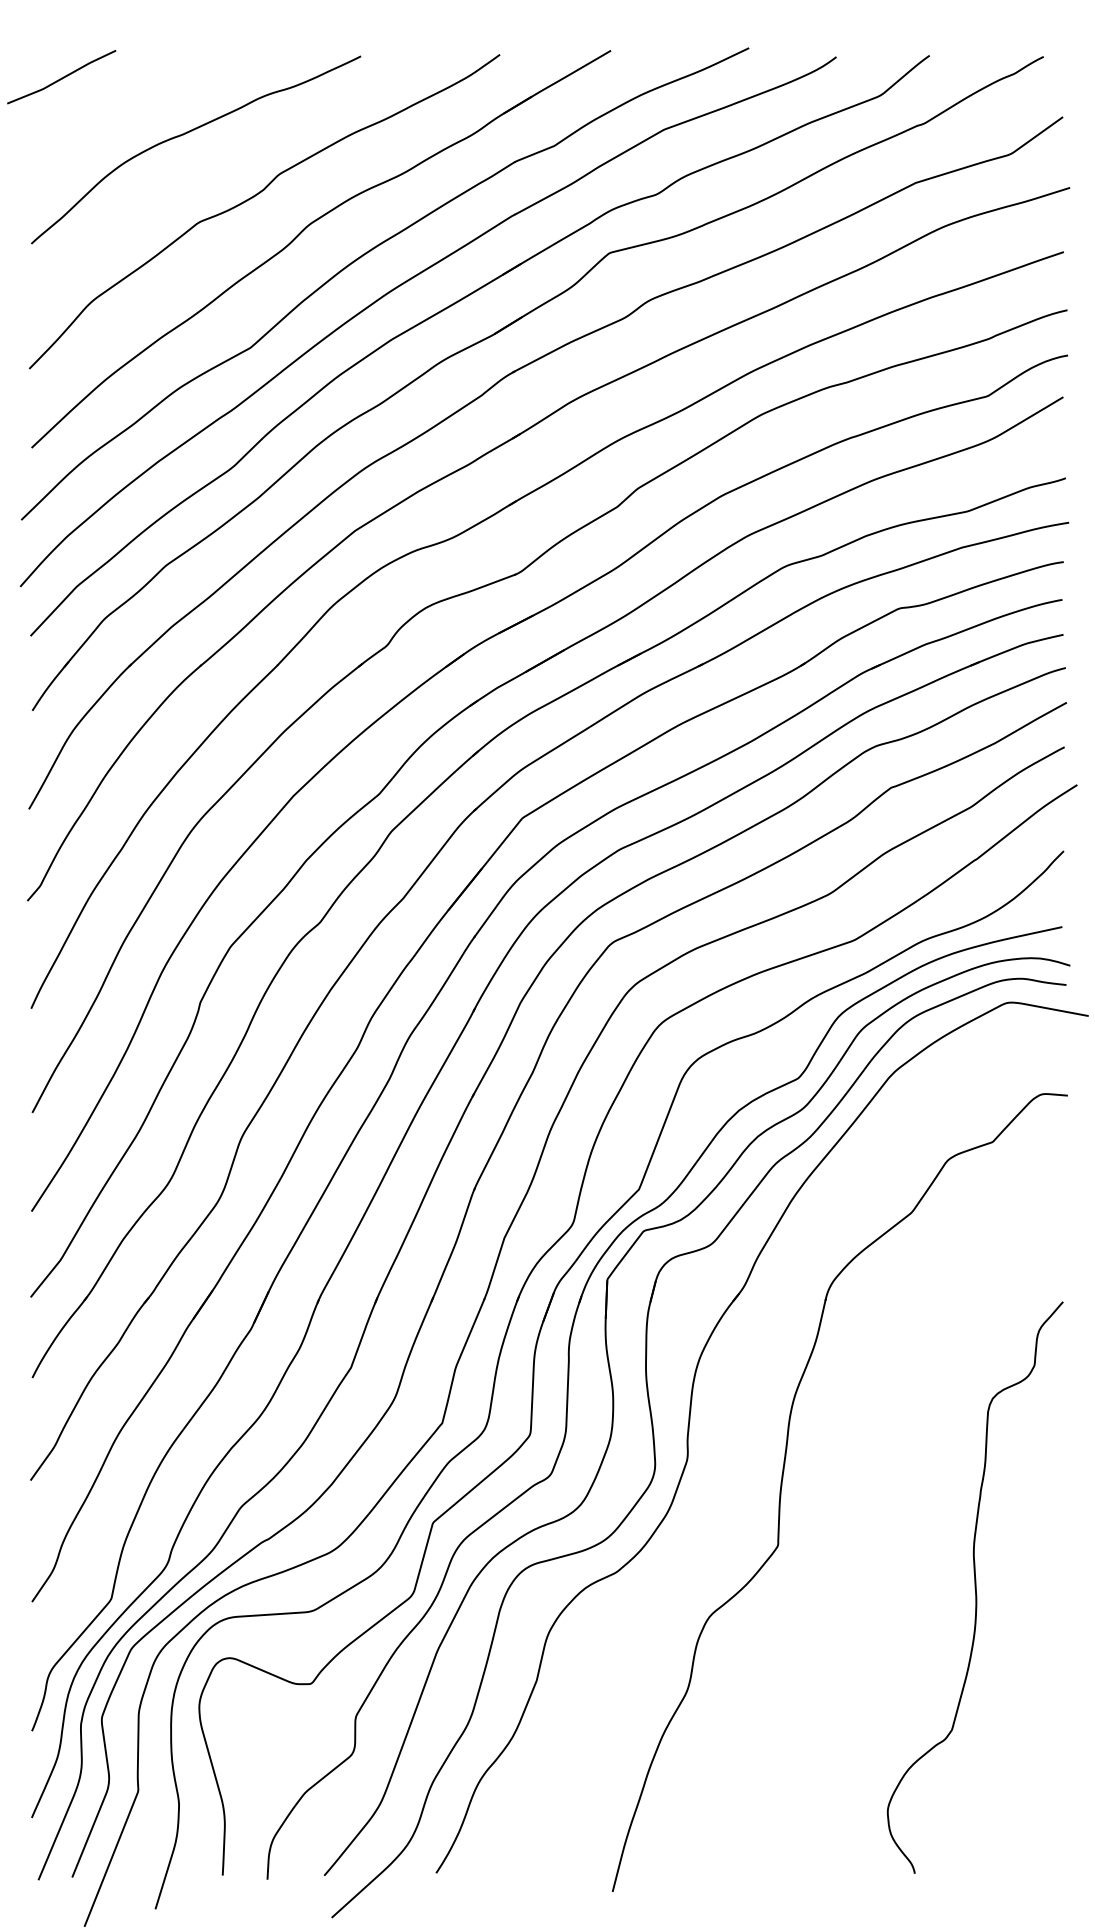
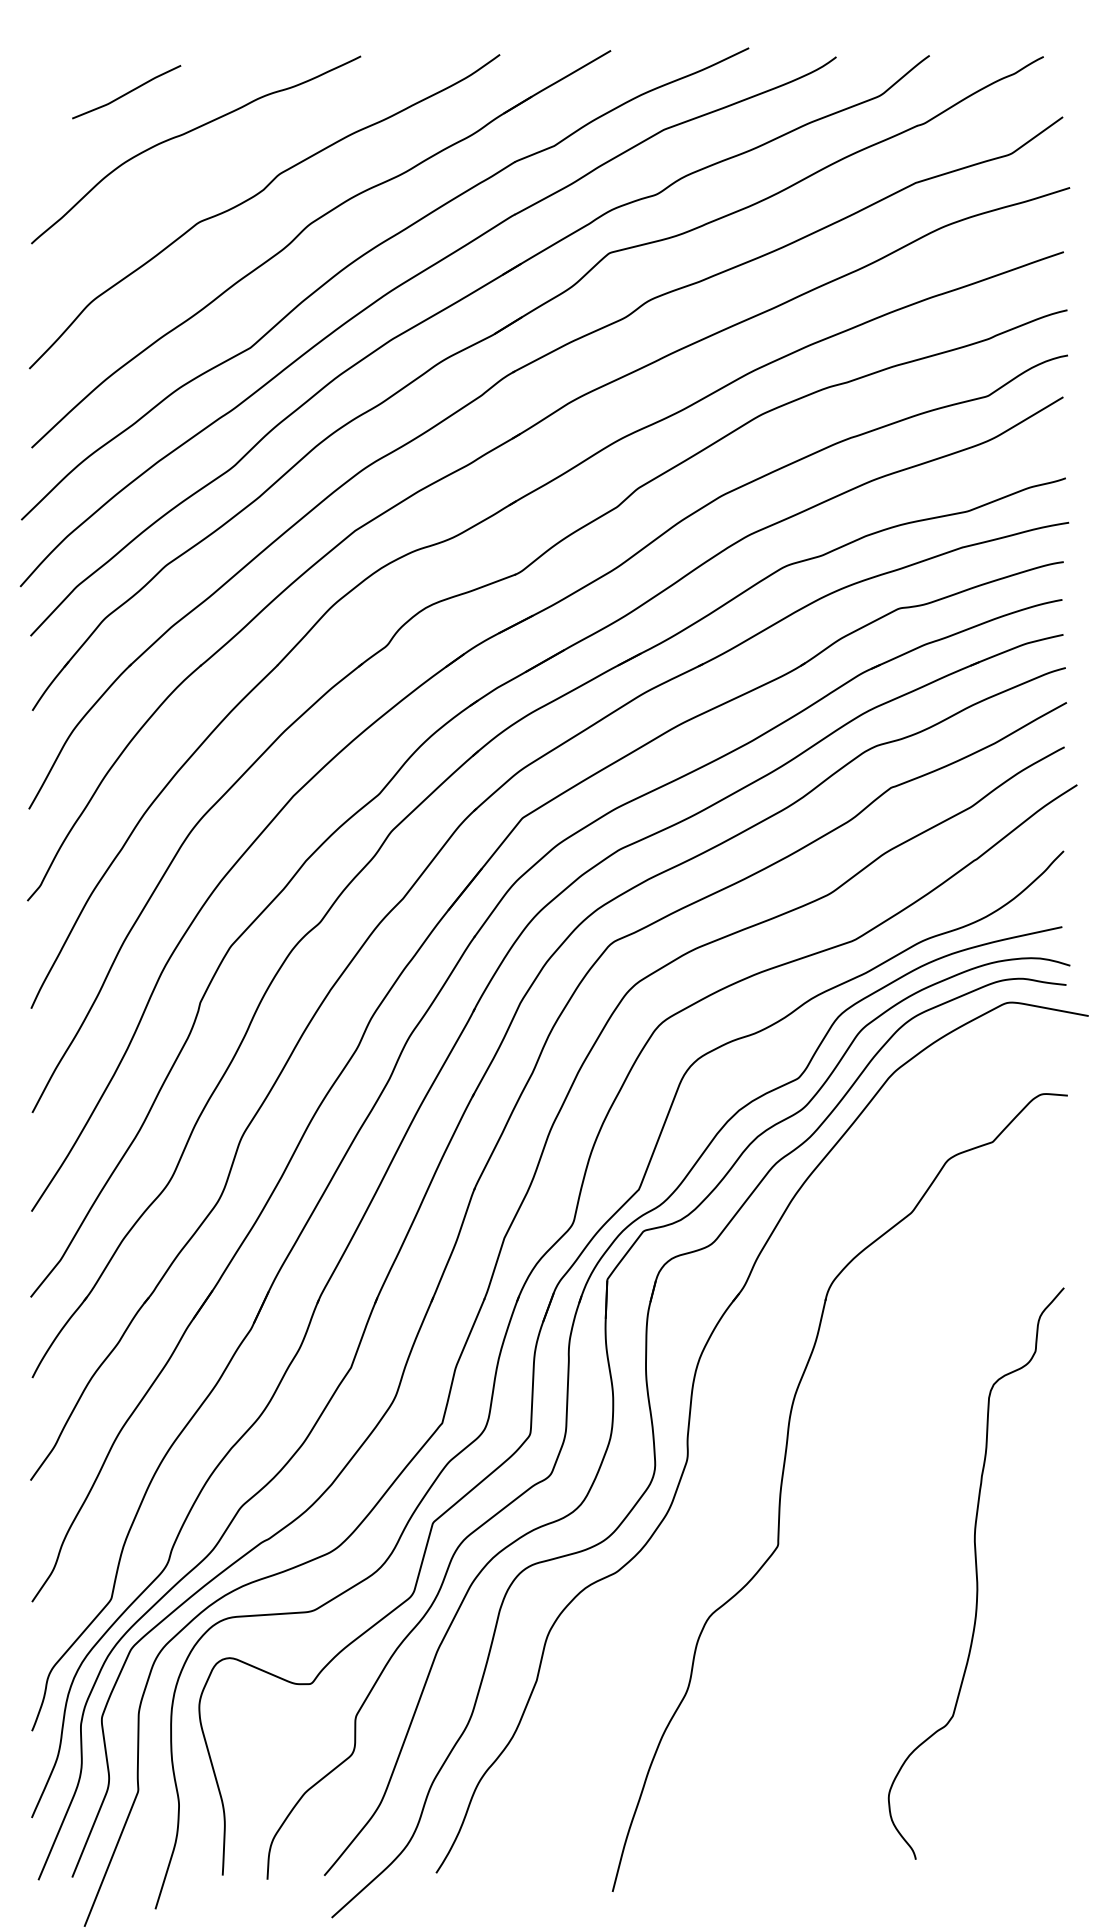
curve at (61, 77) position: (61, 77) -> (126, 92)
curve at (974, 1587) position: (974, 1587) -> (975, 1573)
